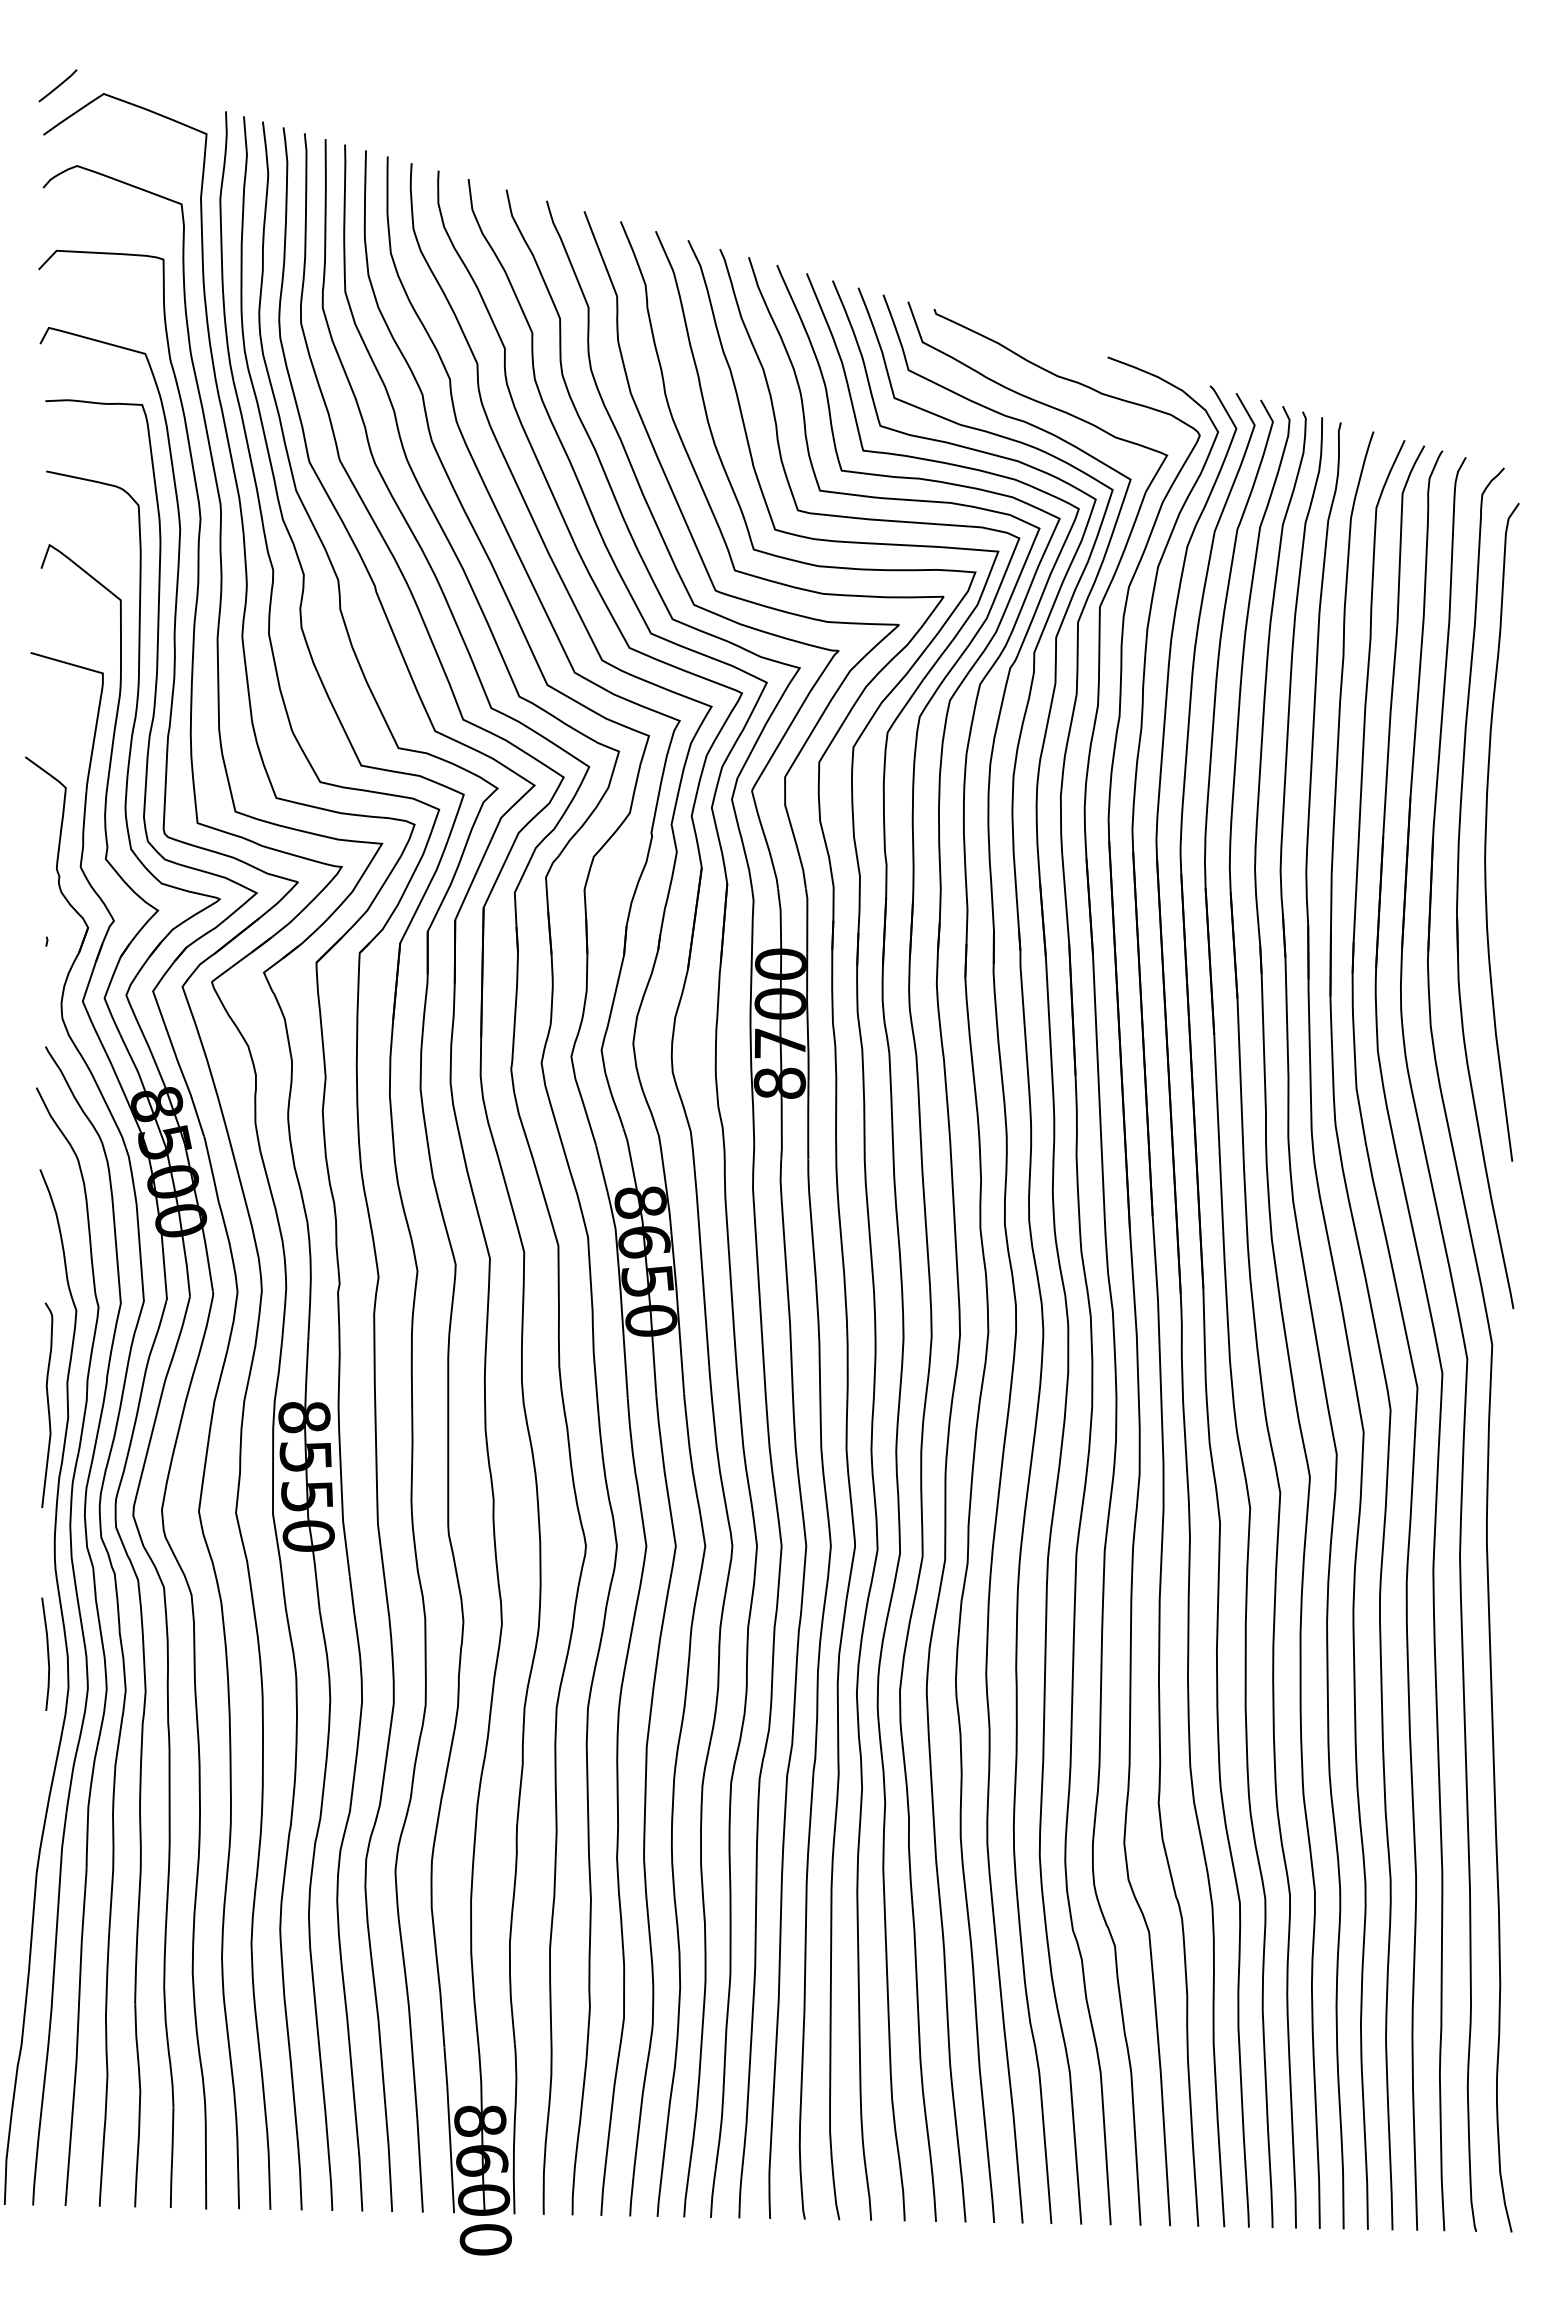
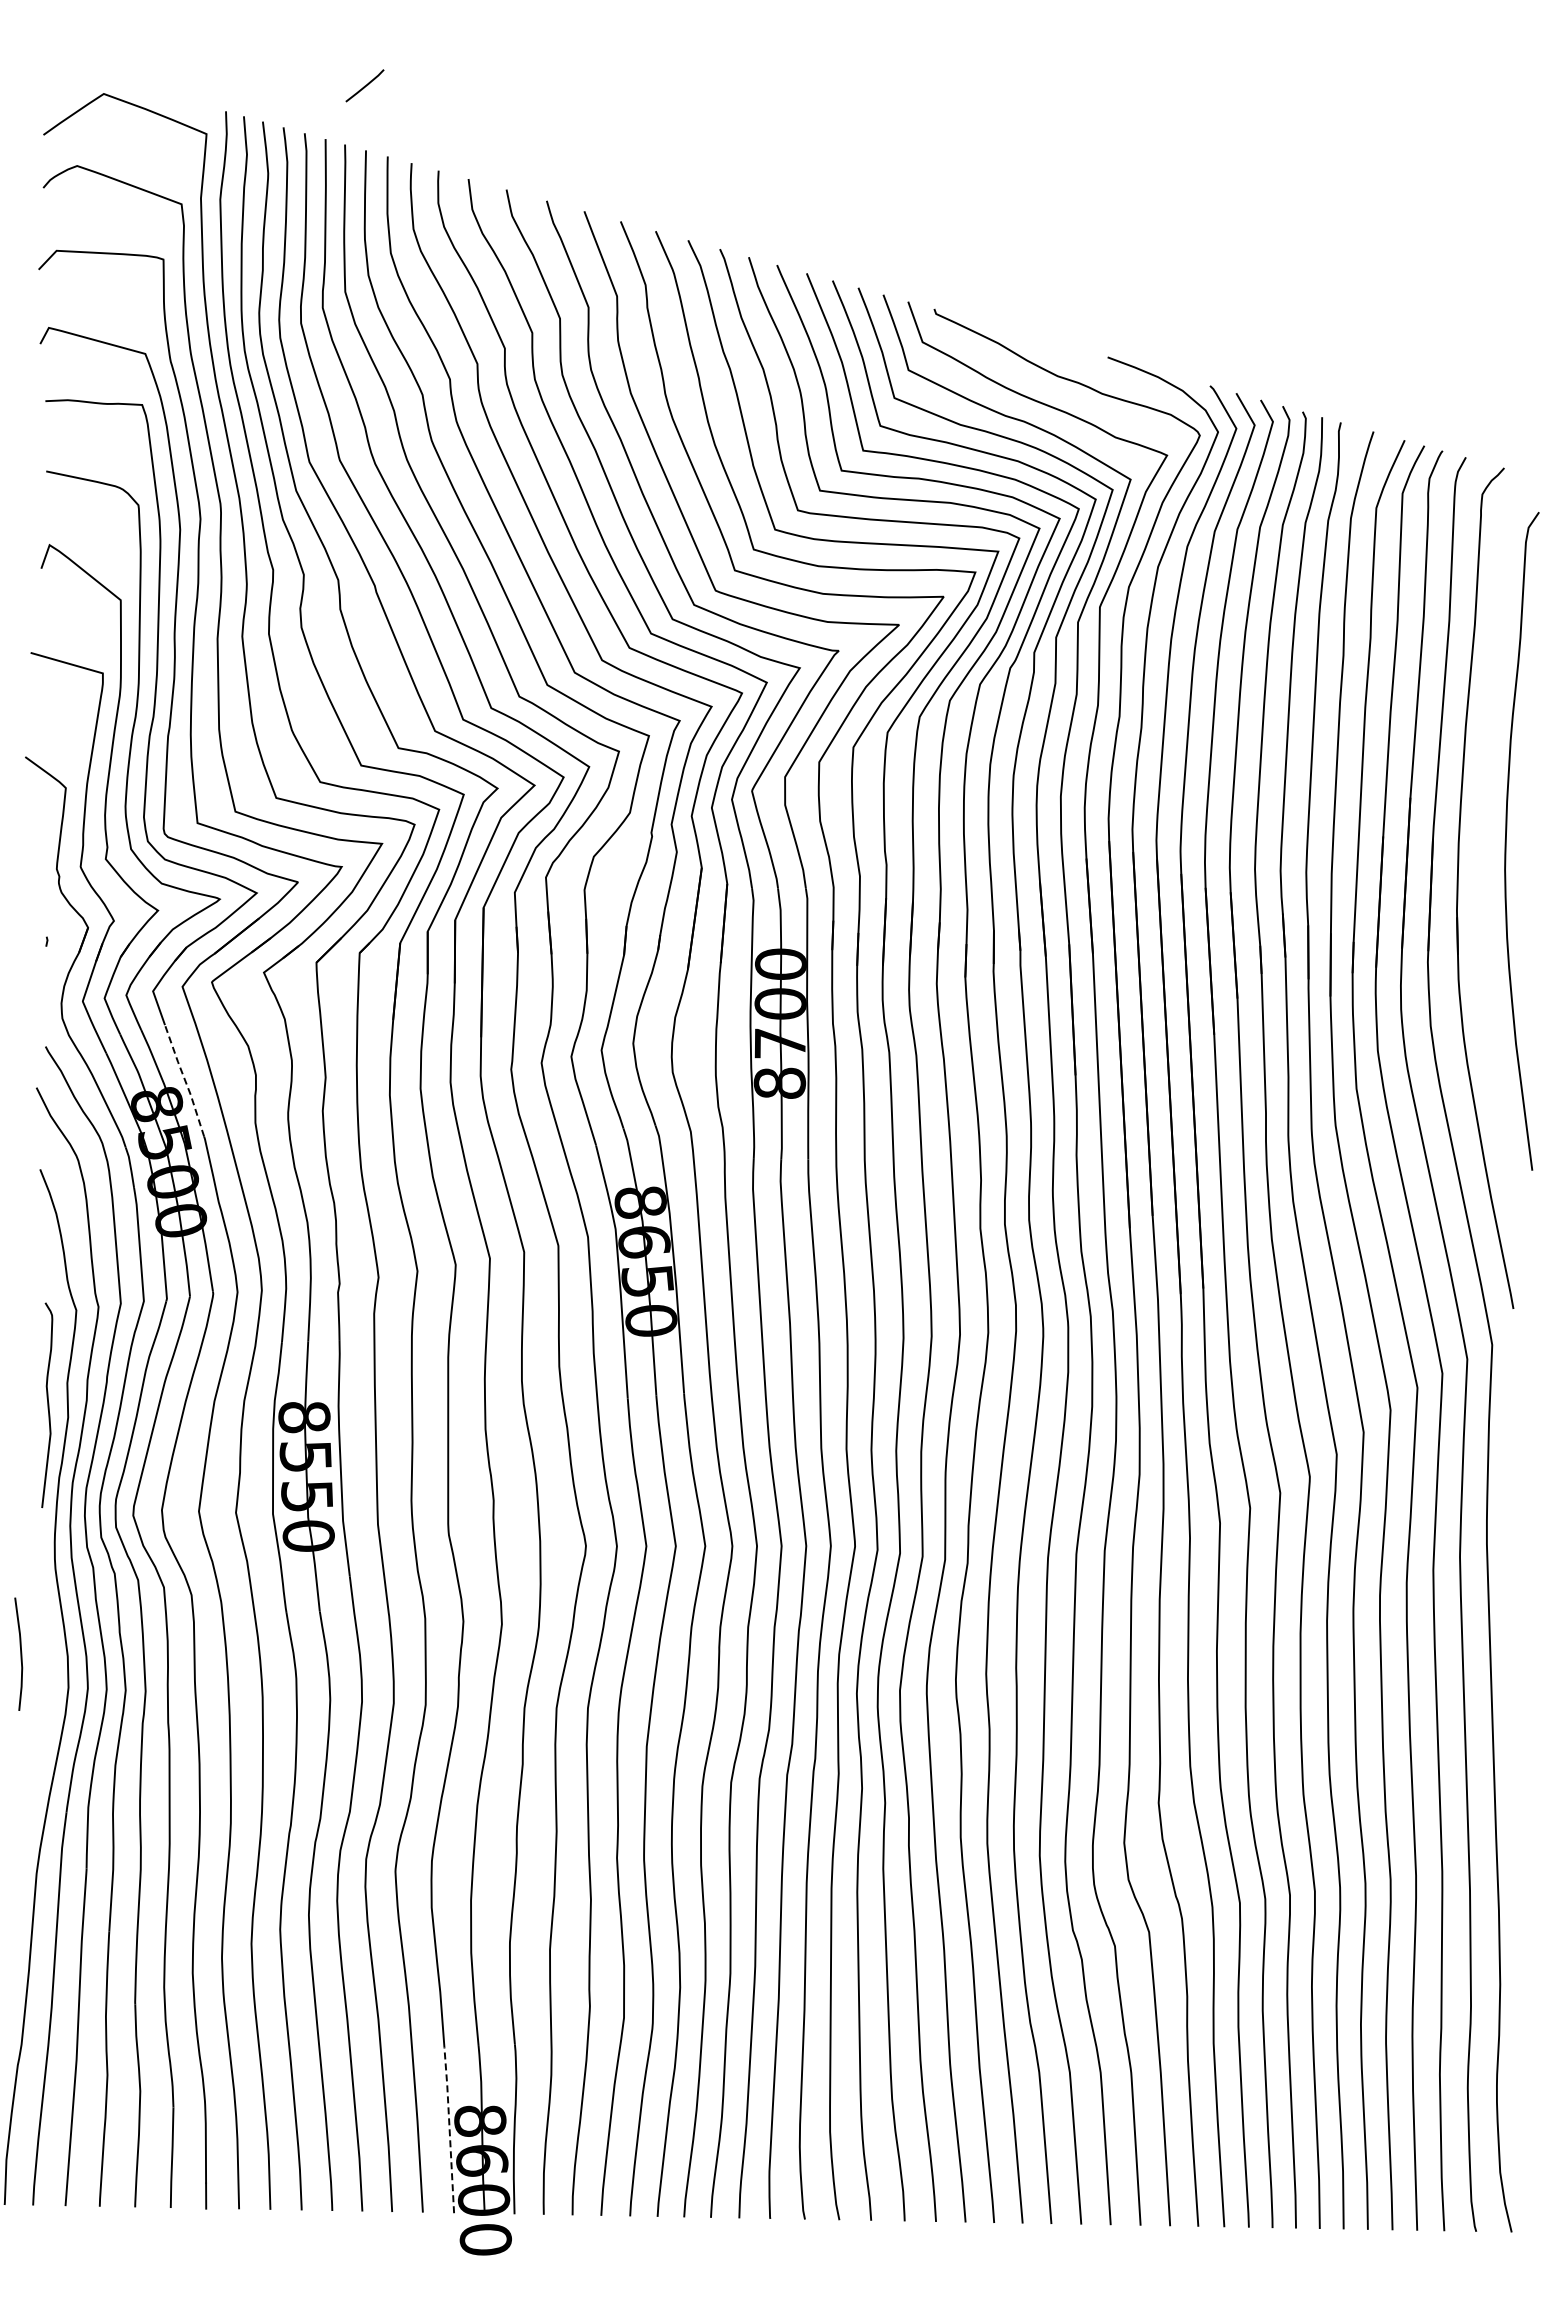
line at (57, 85) position: (57, 85) -> (364, 85)
curve at (1486, 832) position: (1486, 832) -> (1506, 841)
line at (185, 1080): solid -> dashed
curve at (47, 1653) position: (47, 1653) -> (20, 1653)
line at (449, 2129): solid -> dashed
